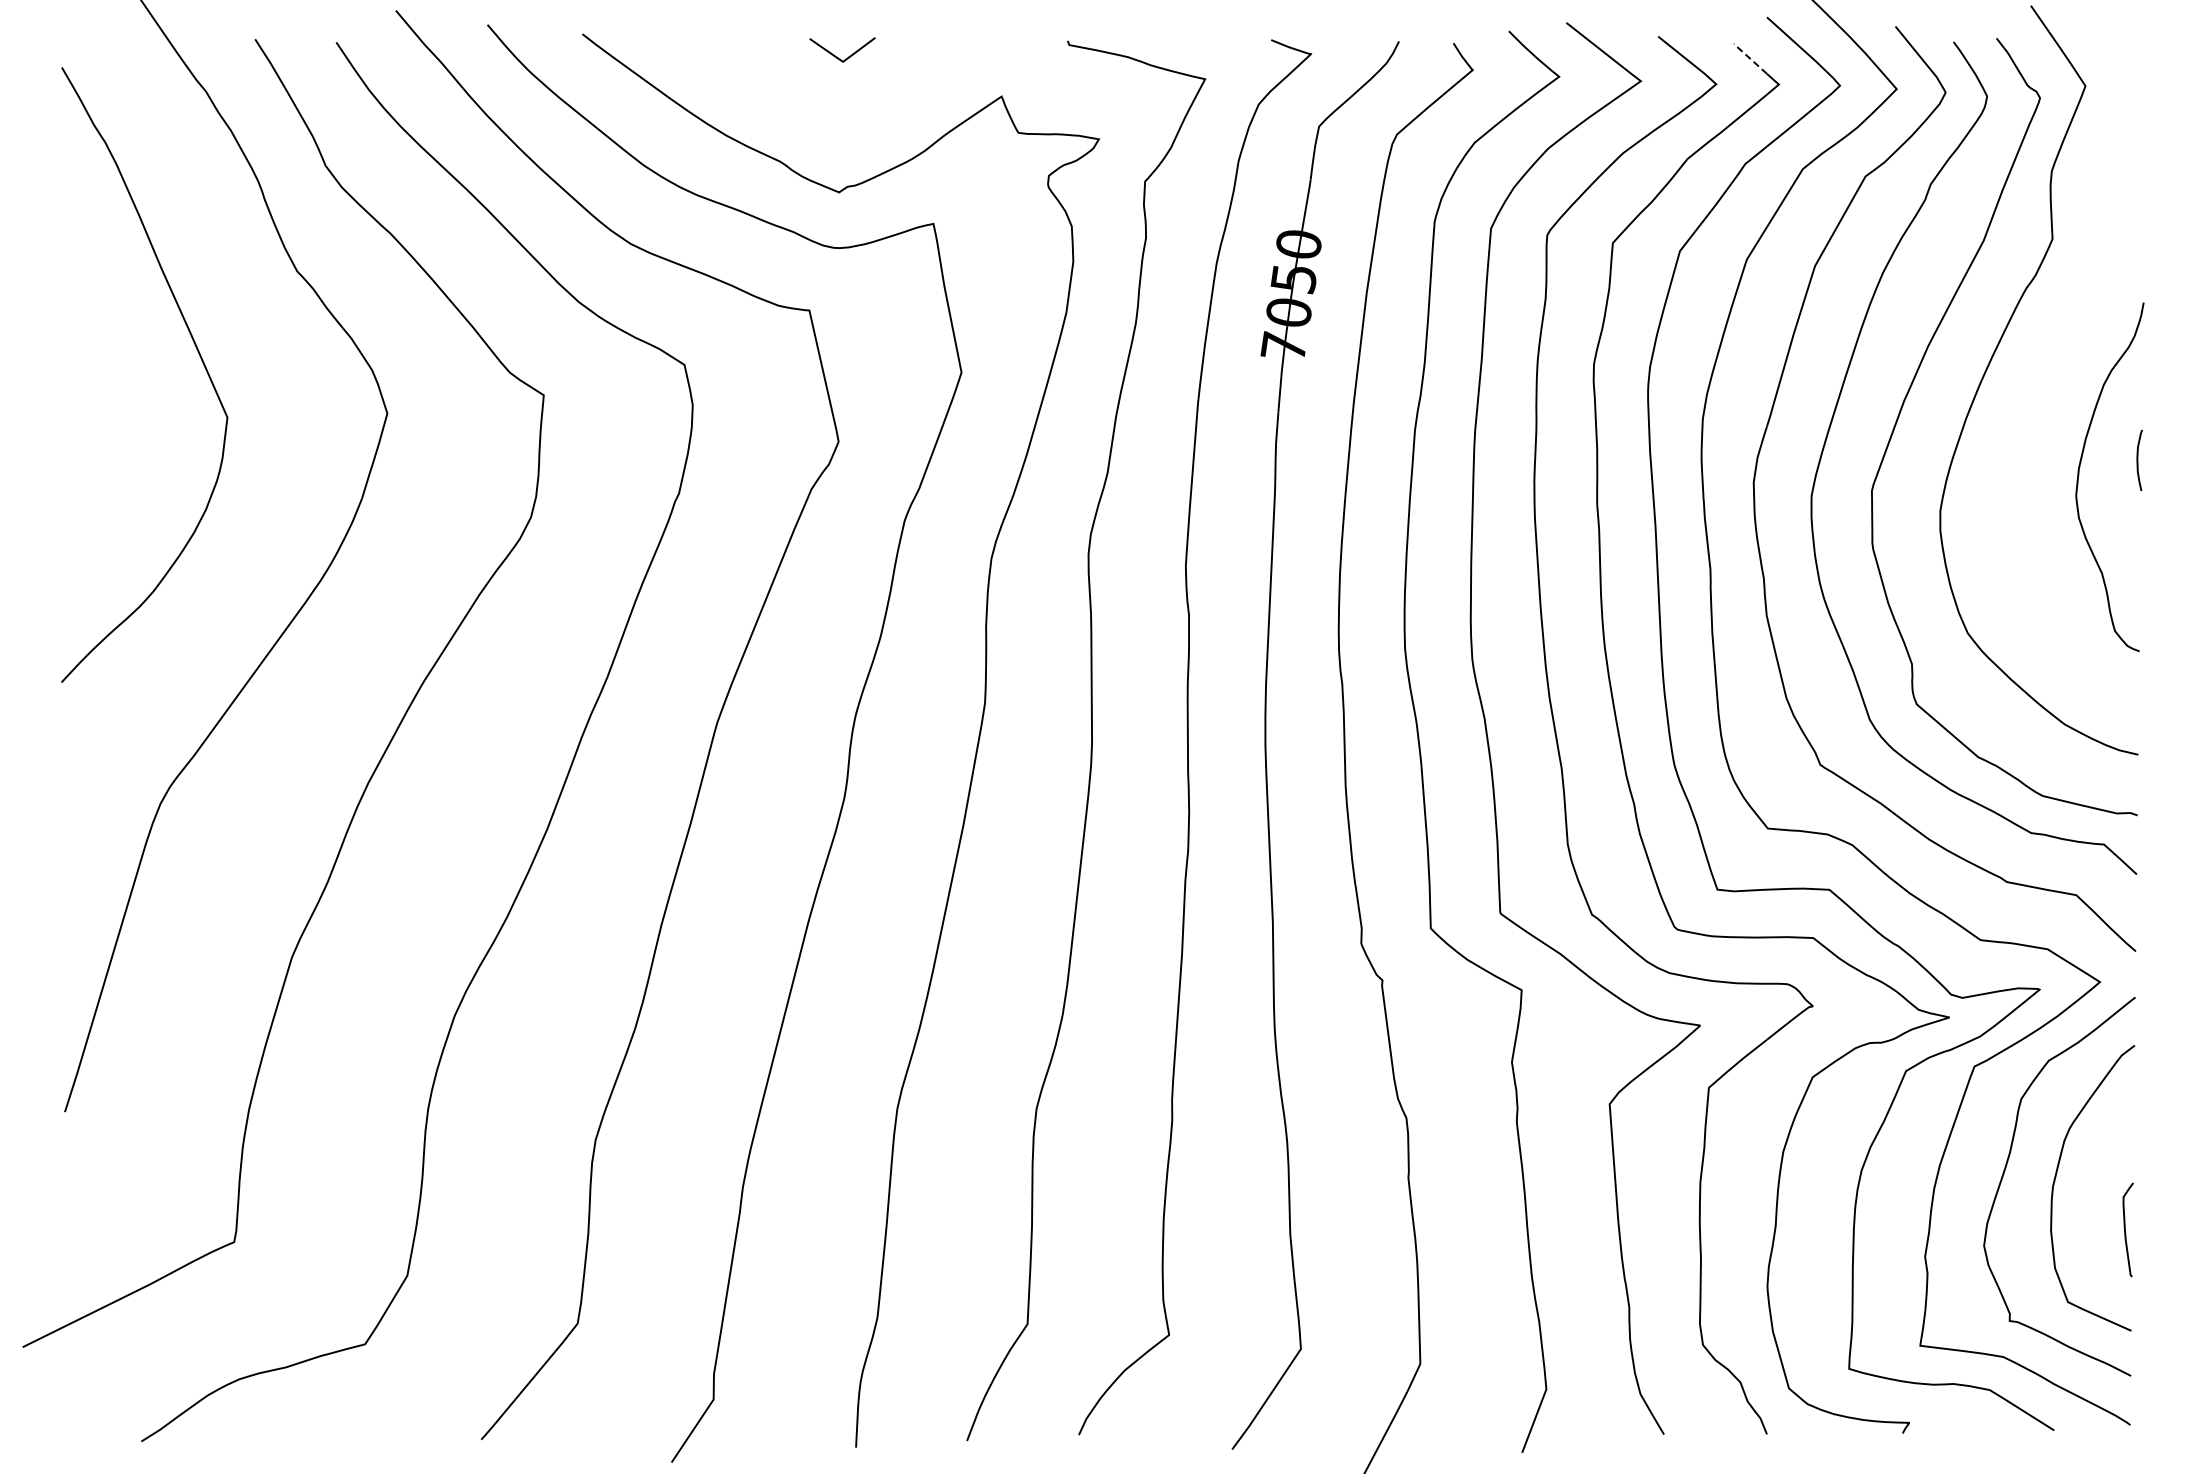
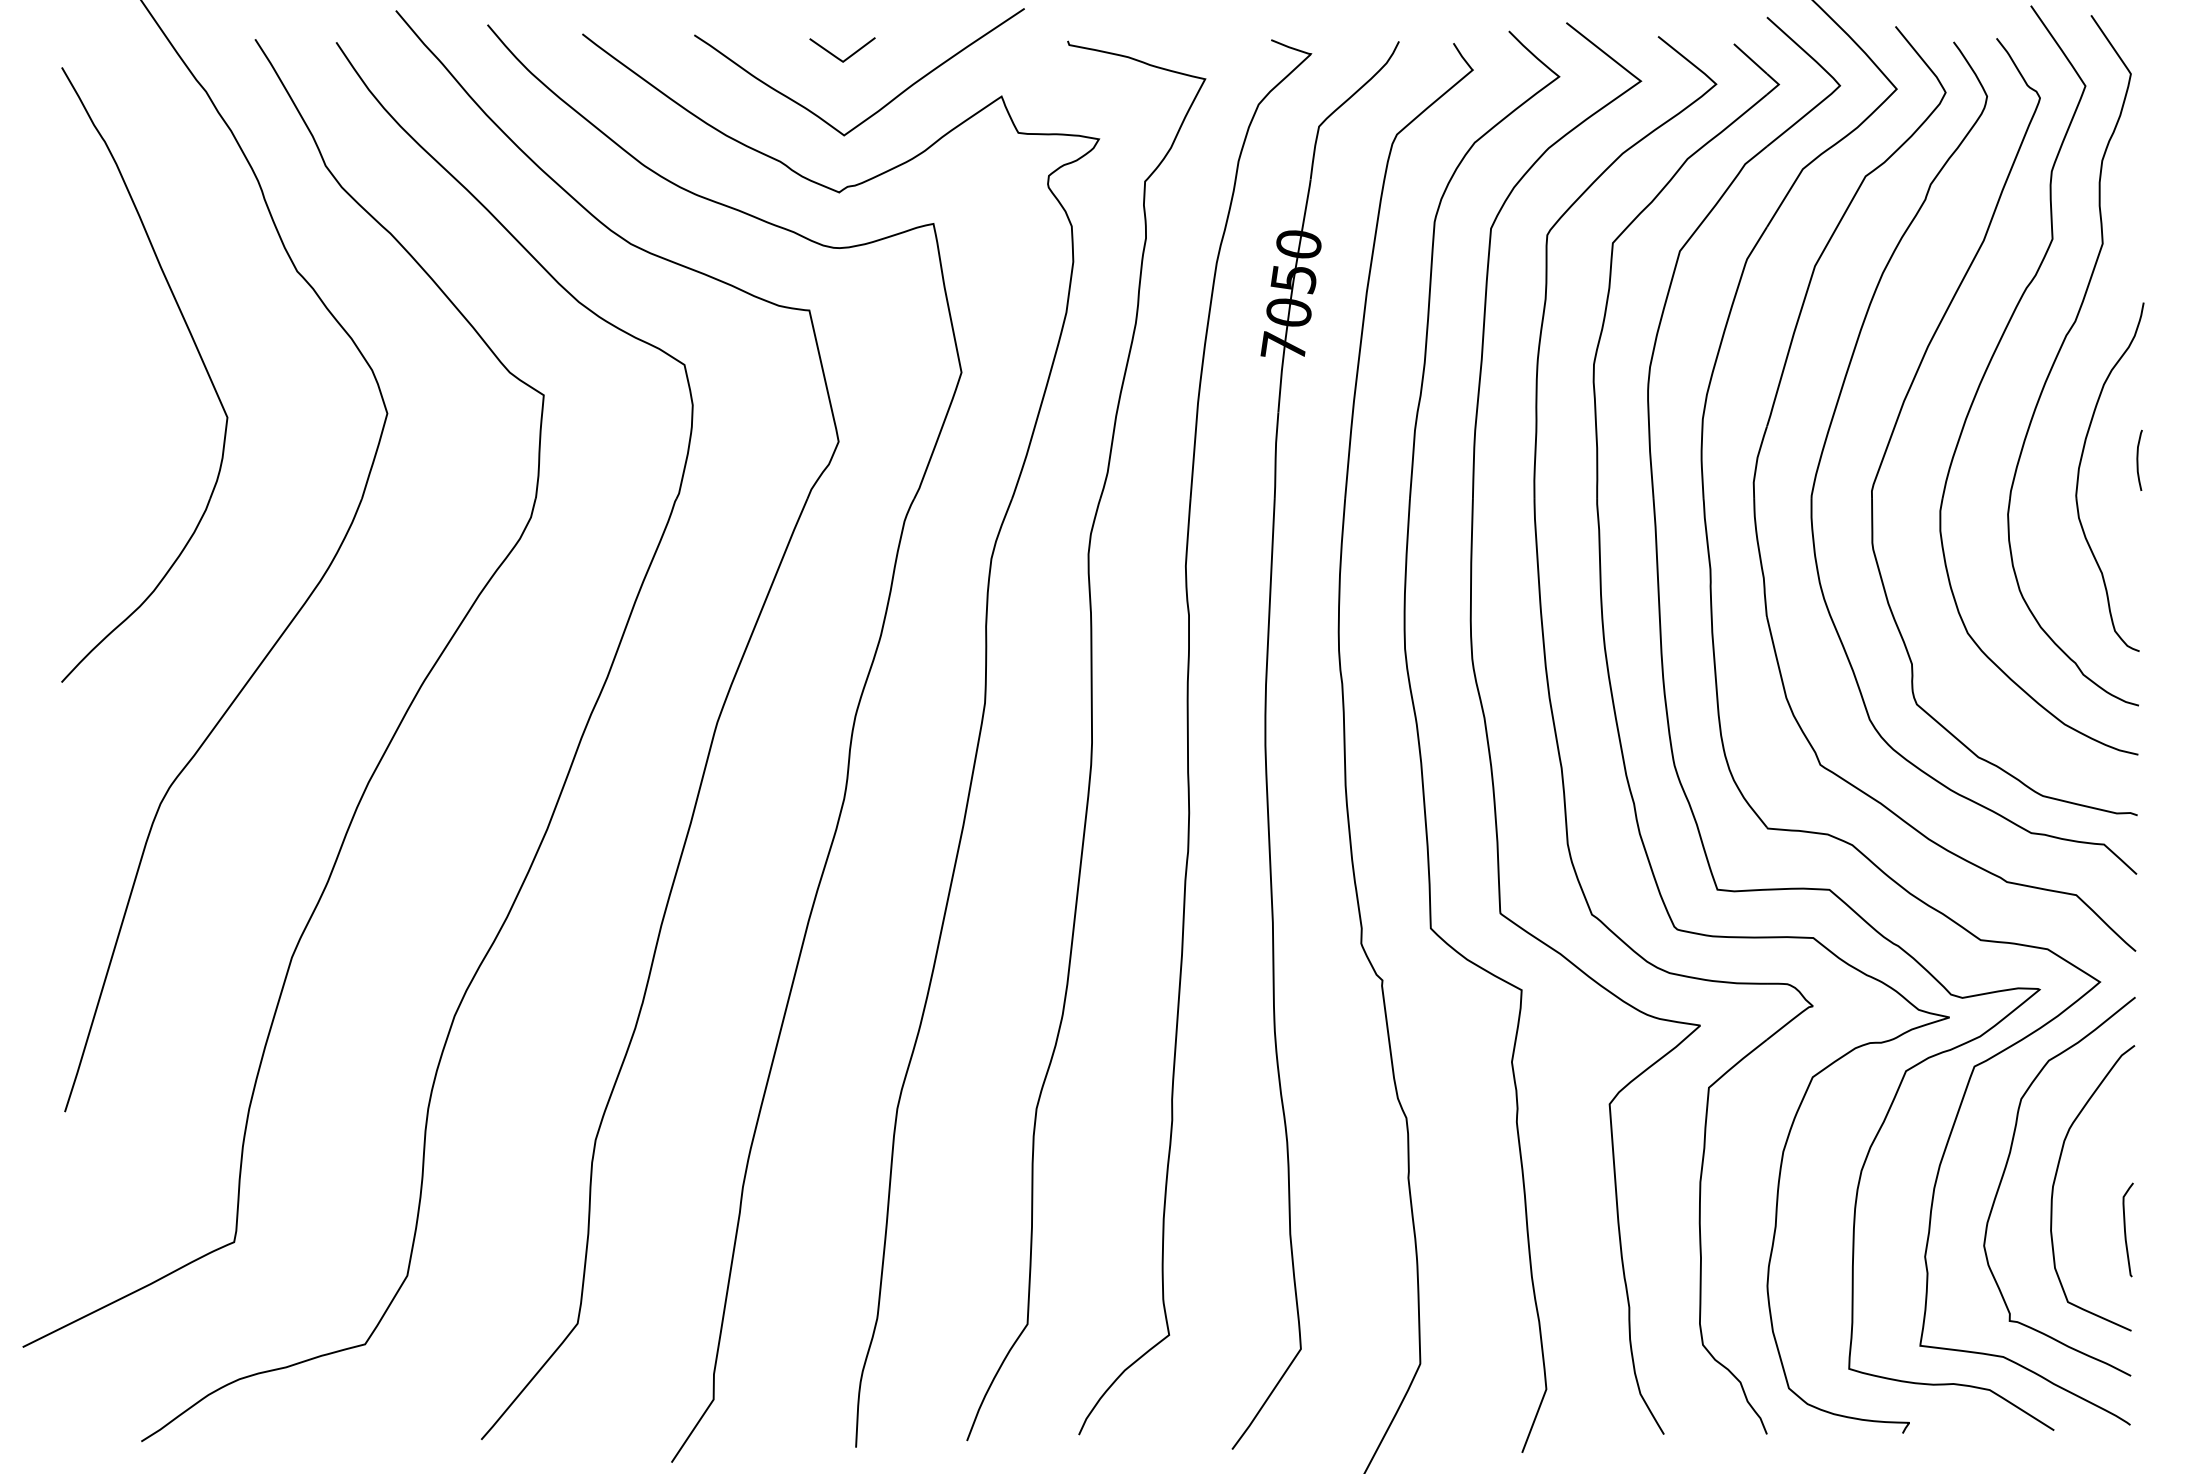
line at (1750, 58): dashed -> solid
curve at (882, 106): none -> present
part at (2059, 353): none -> present
